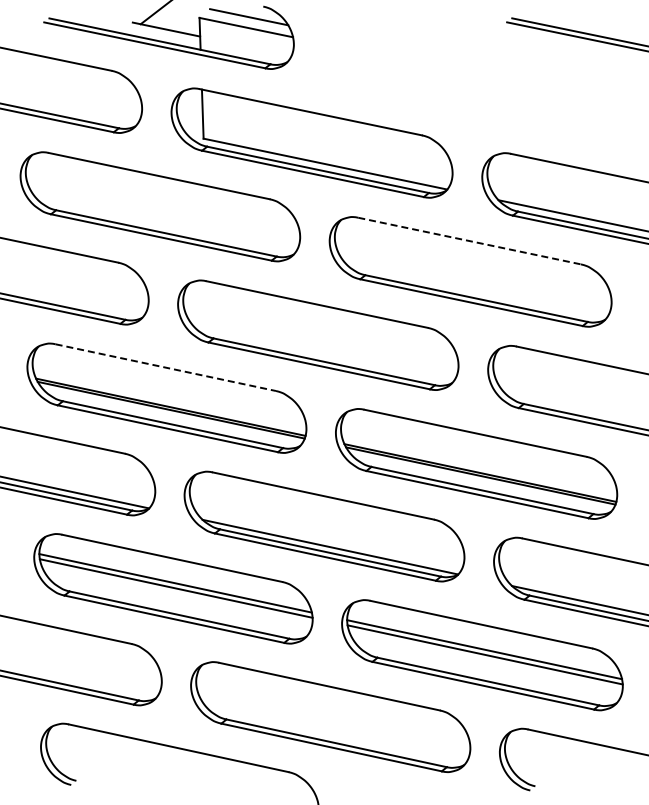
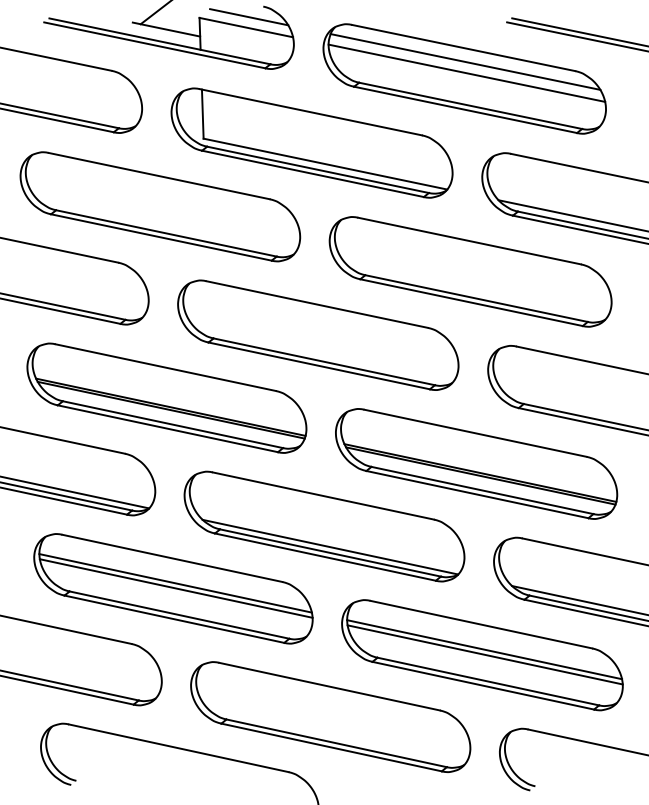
part at (464, 78): none -> present
line at (469, 241): dashed -> solid
line at (165, 367): dashed -> solid
